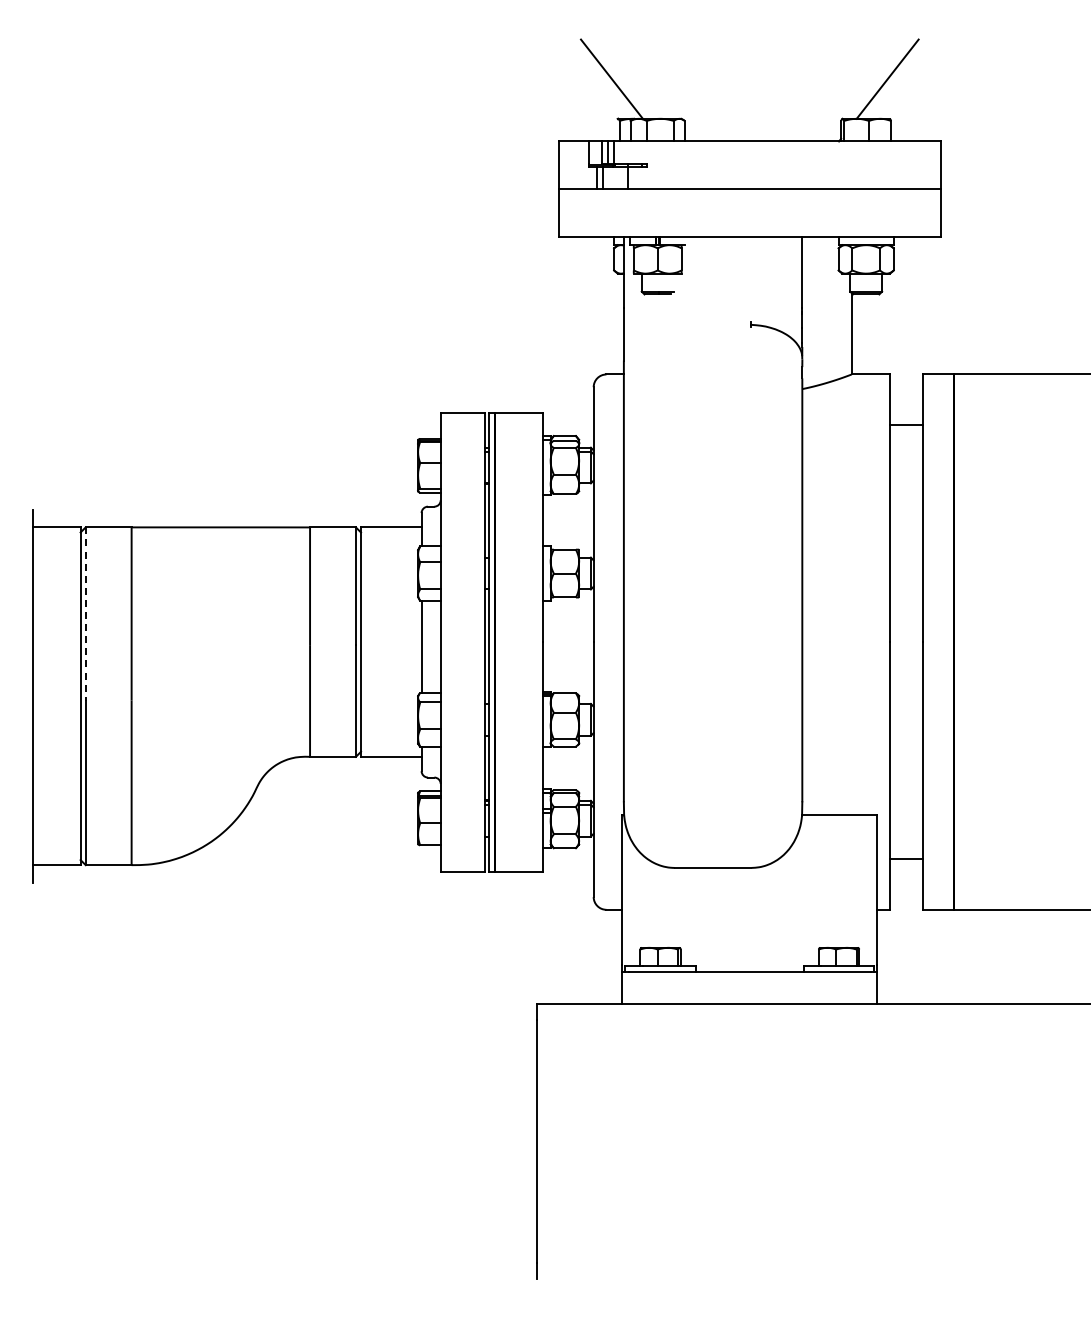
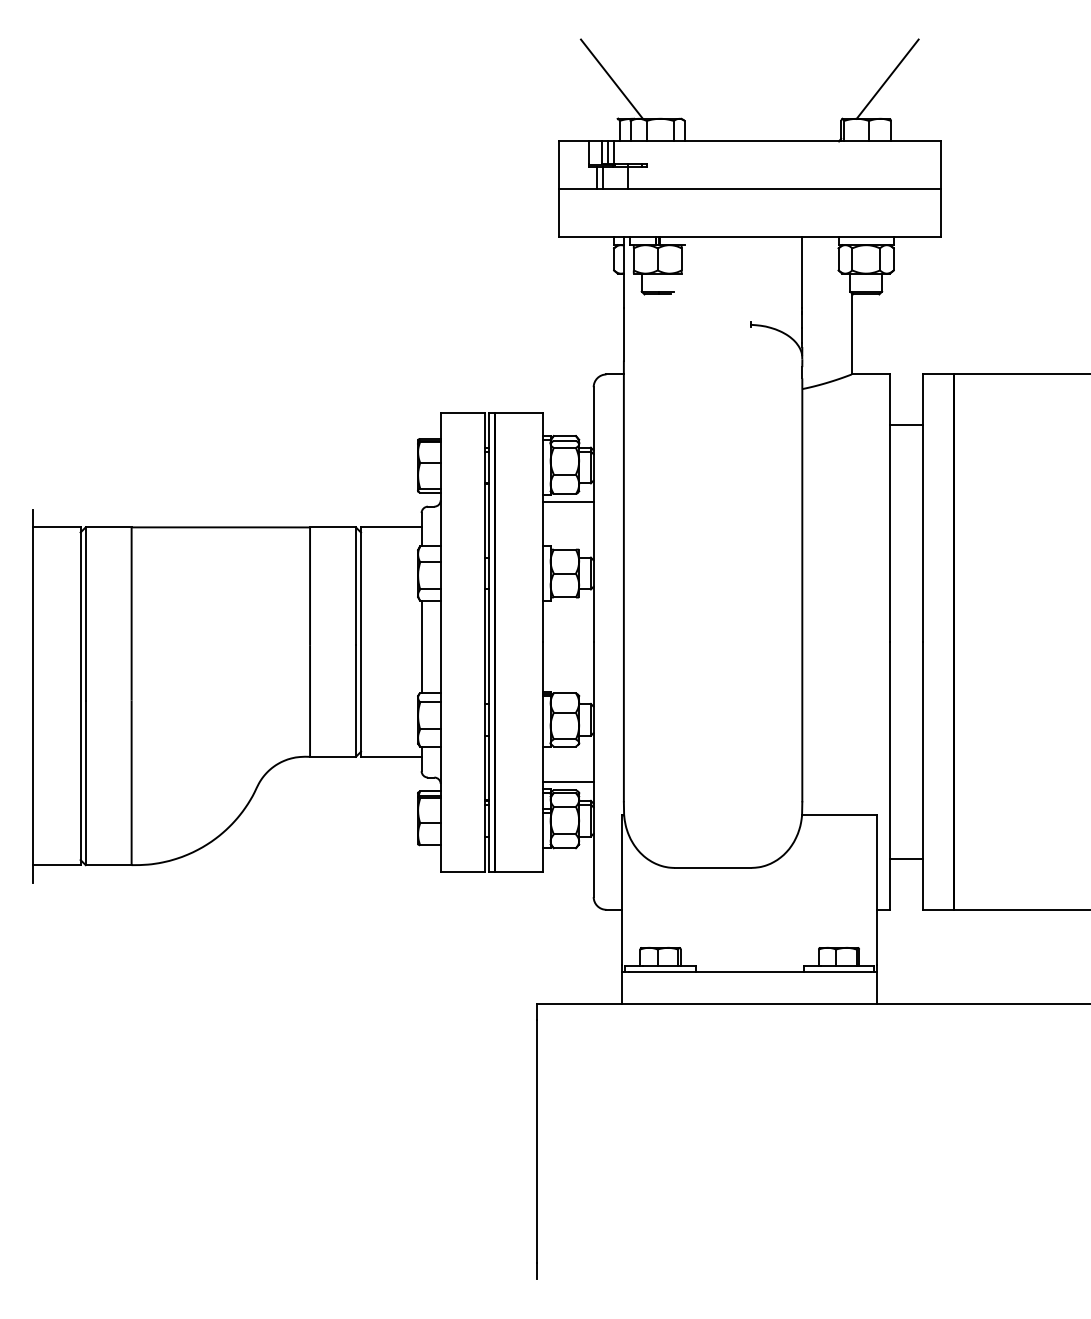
line at (567, 501): none -> present
line at (85, 614): dashed -> solid
line at (567, 782): none -> present
